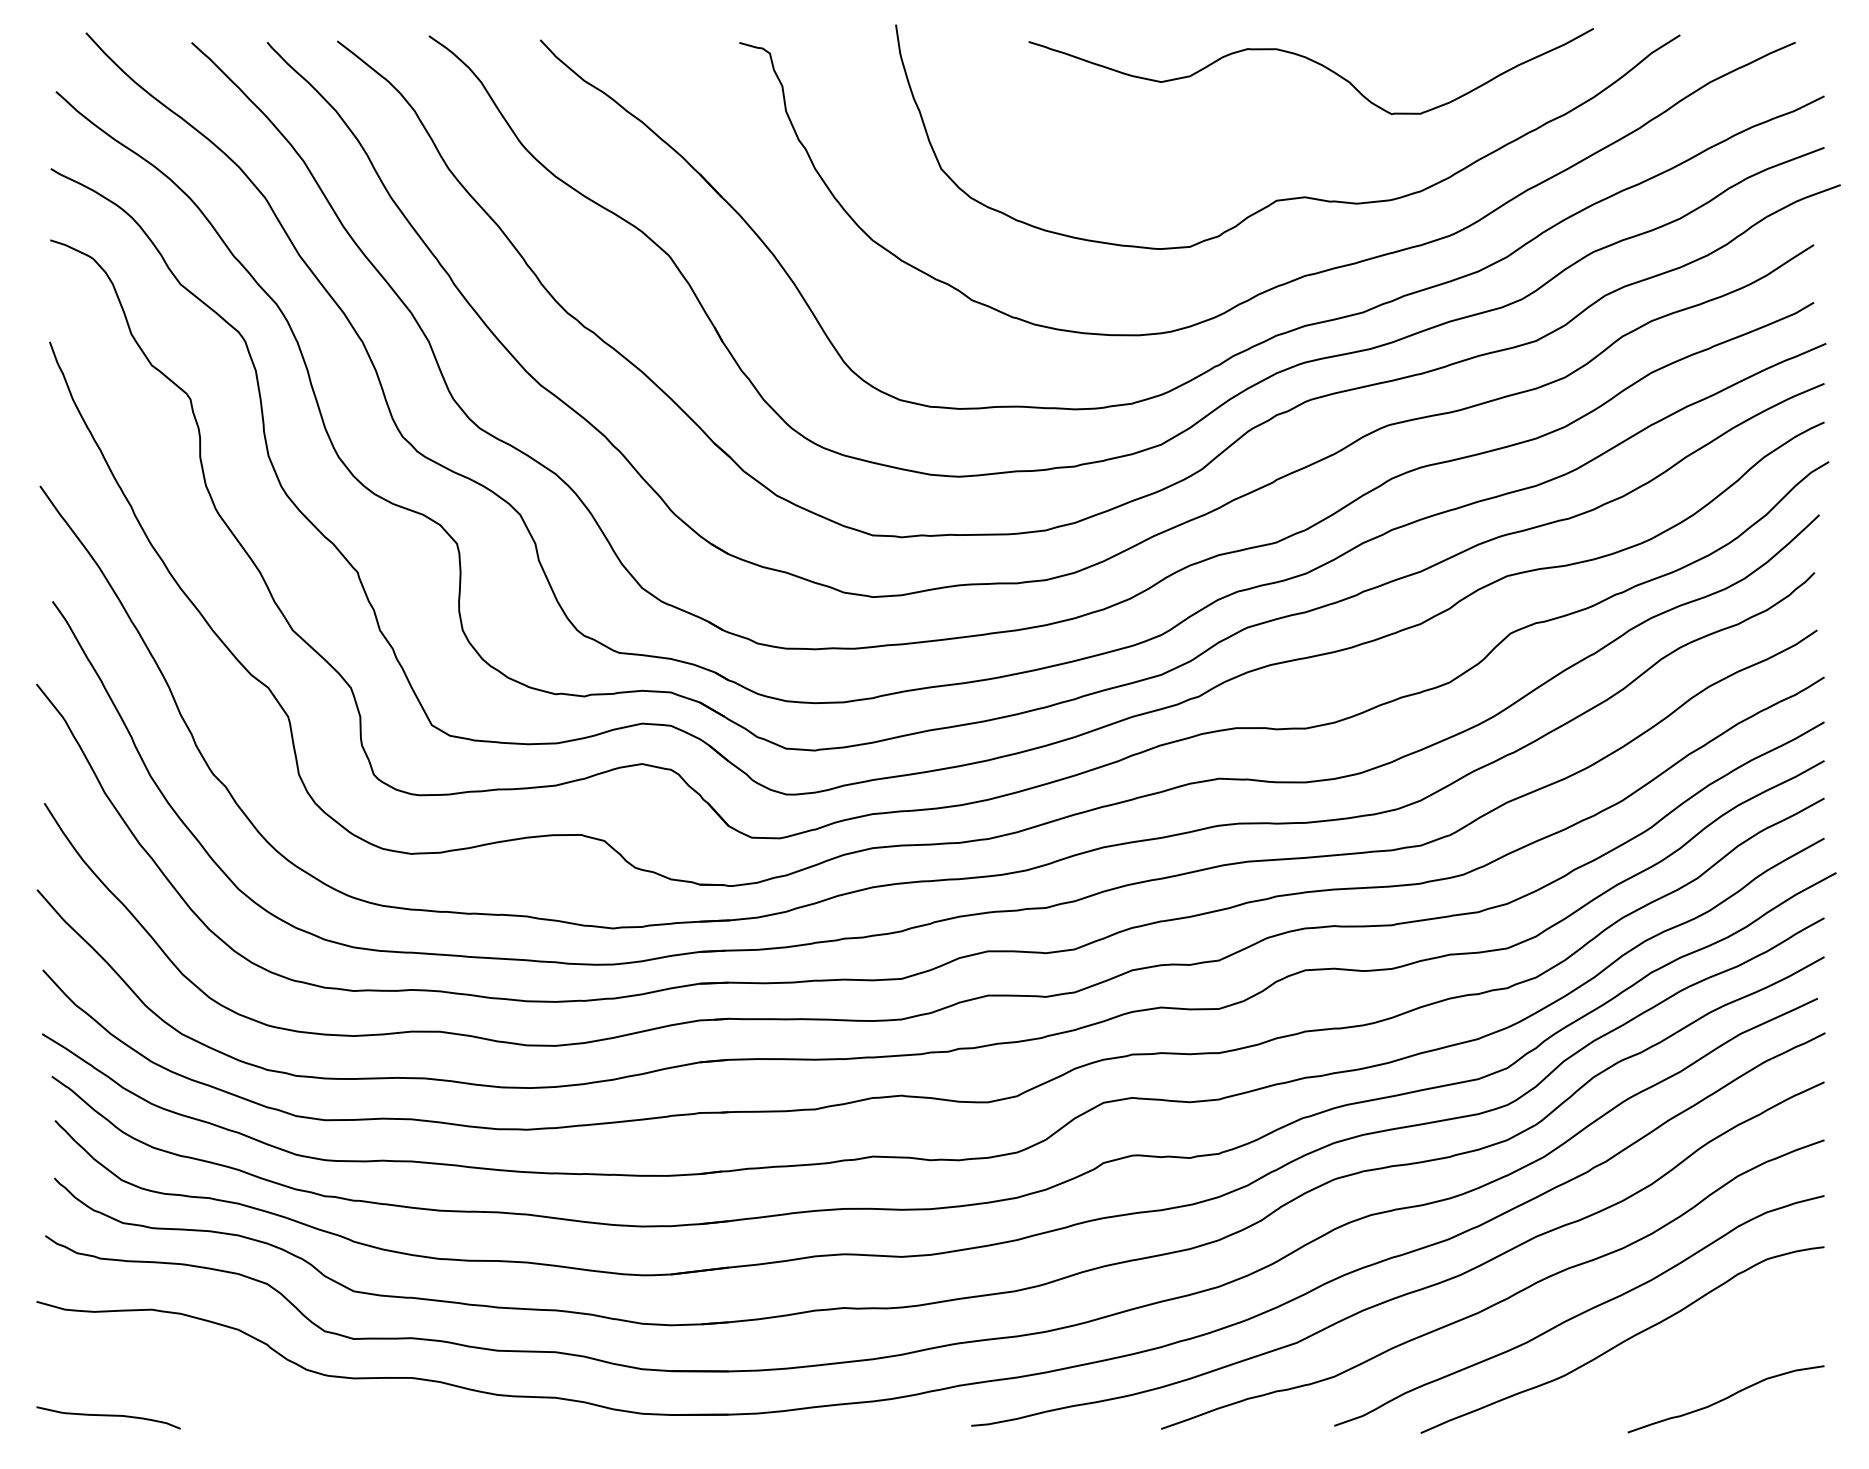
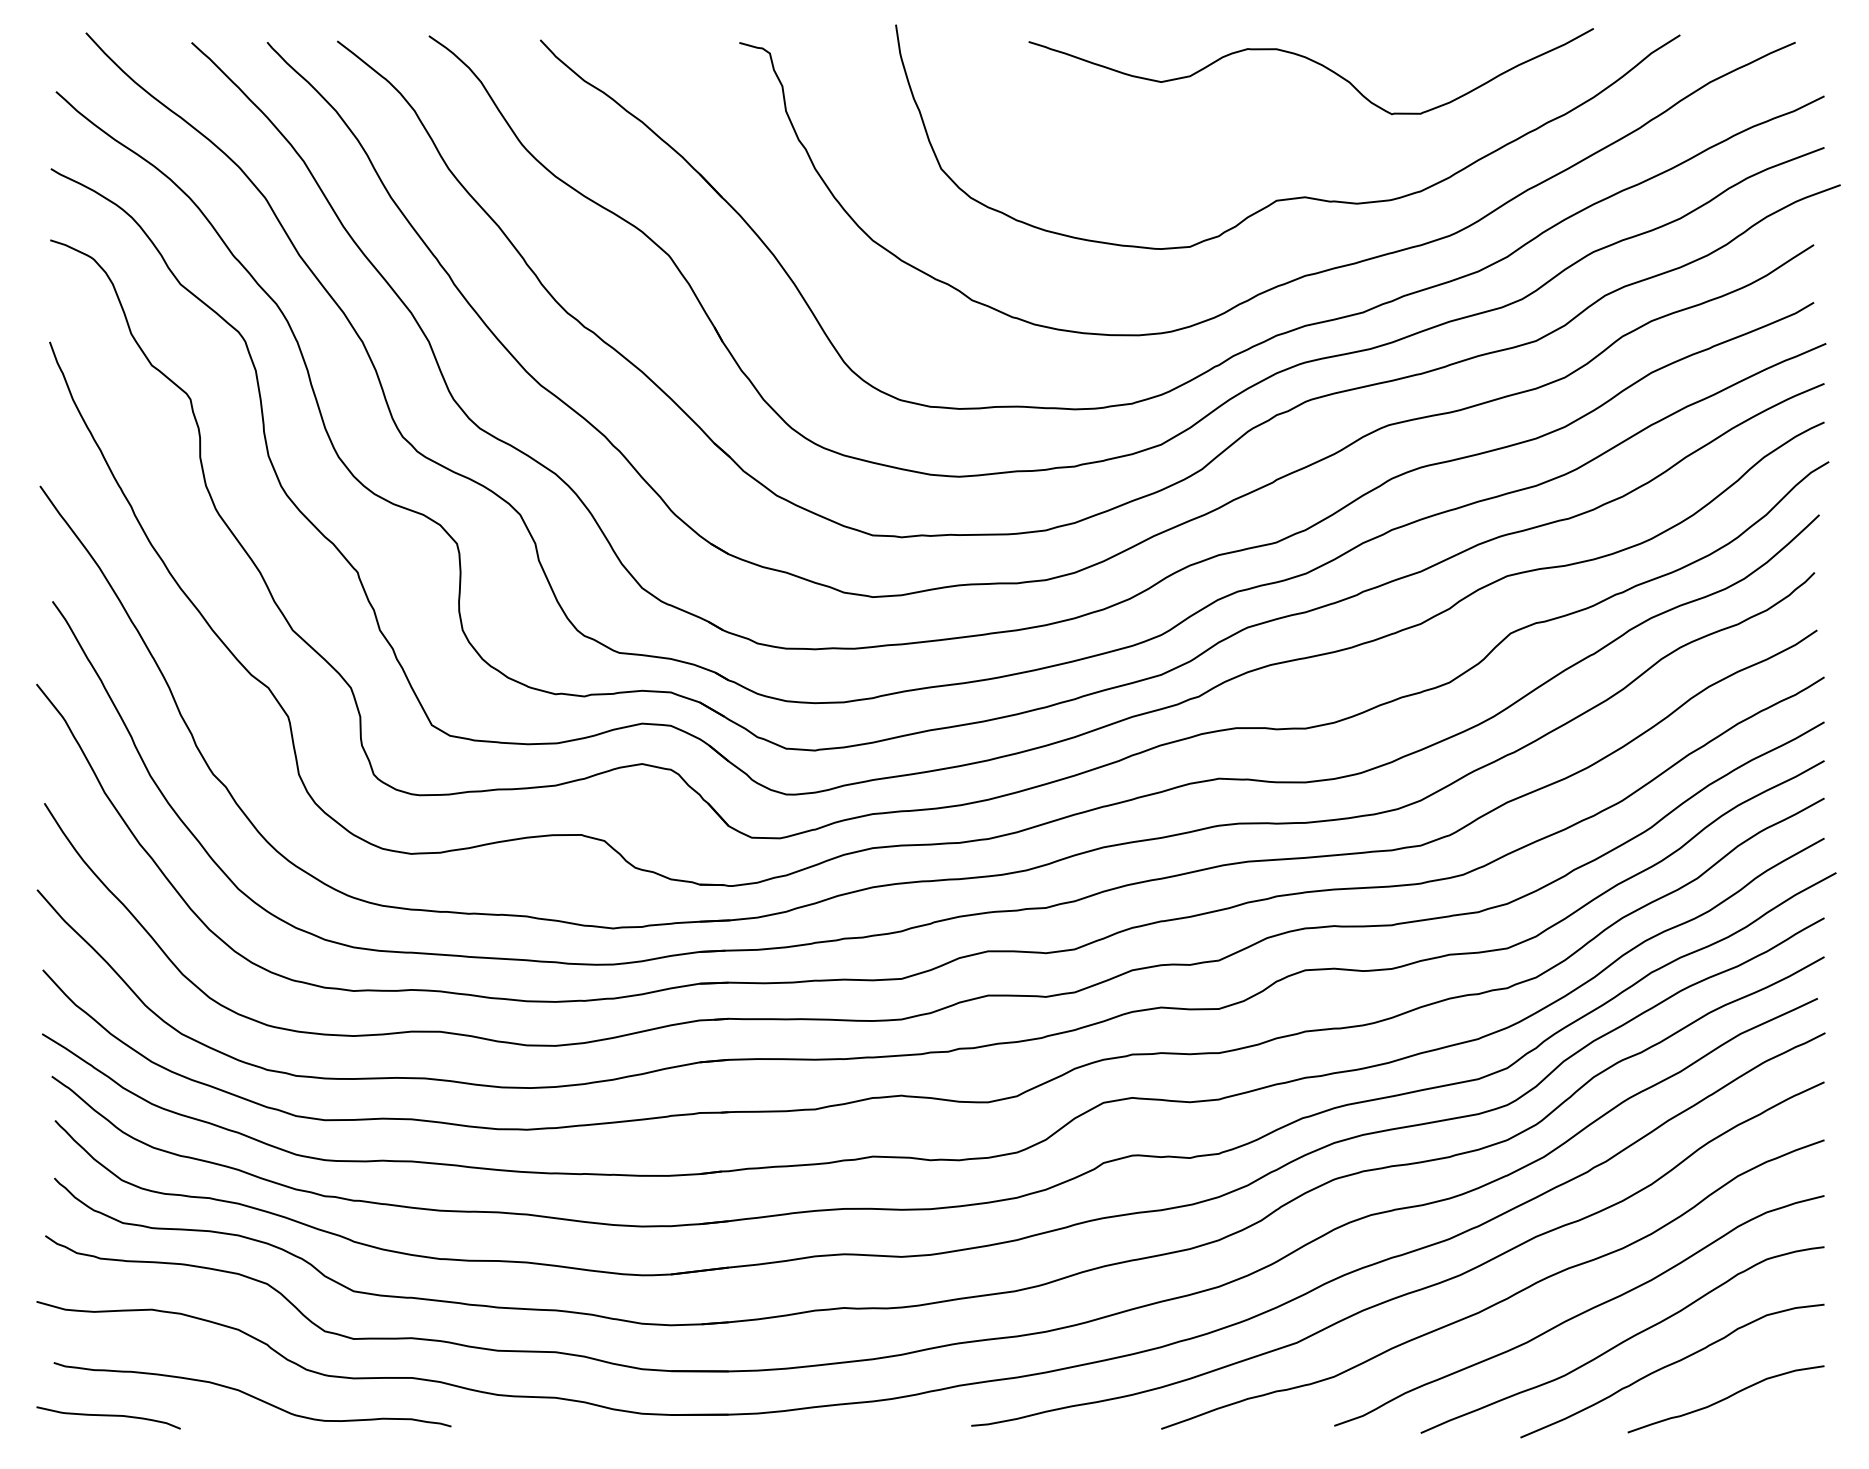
curve at (1669, 1366): none -> present
curve at (252, 1395): none -> present
